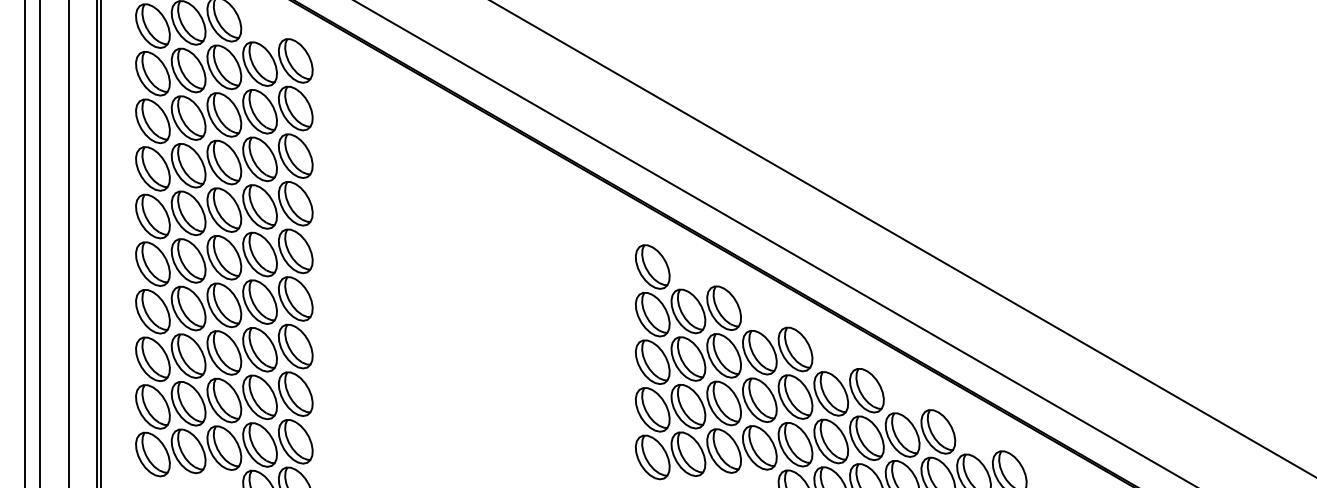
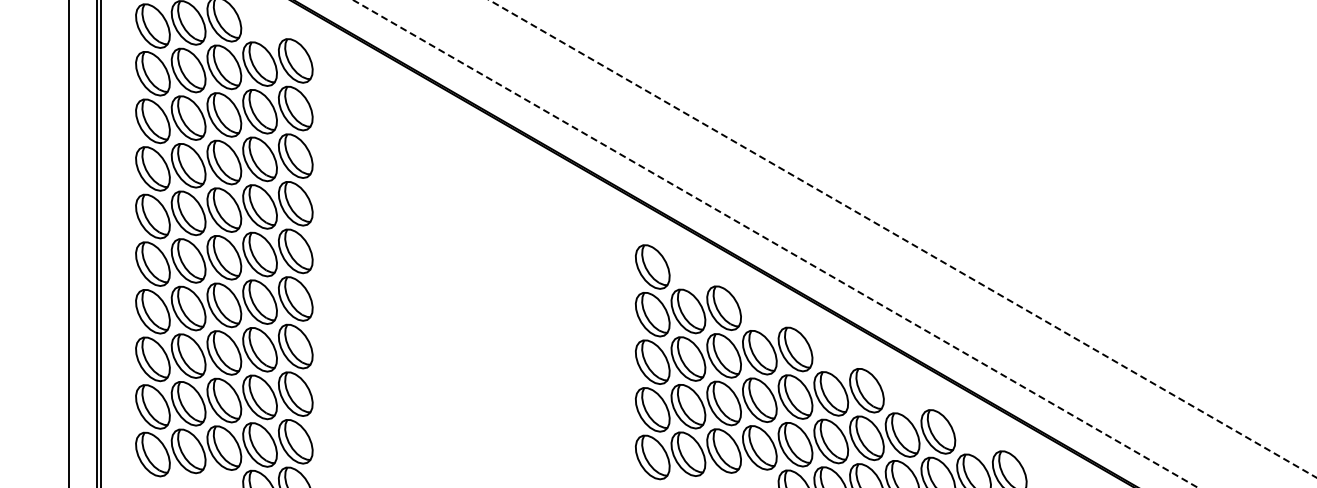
line at (903, 239): solid -> dashed
line at (25, 243): present -> none
line at (39, 243): present -> none
line at (775, 243): solid -> dashed
